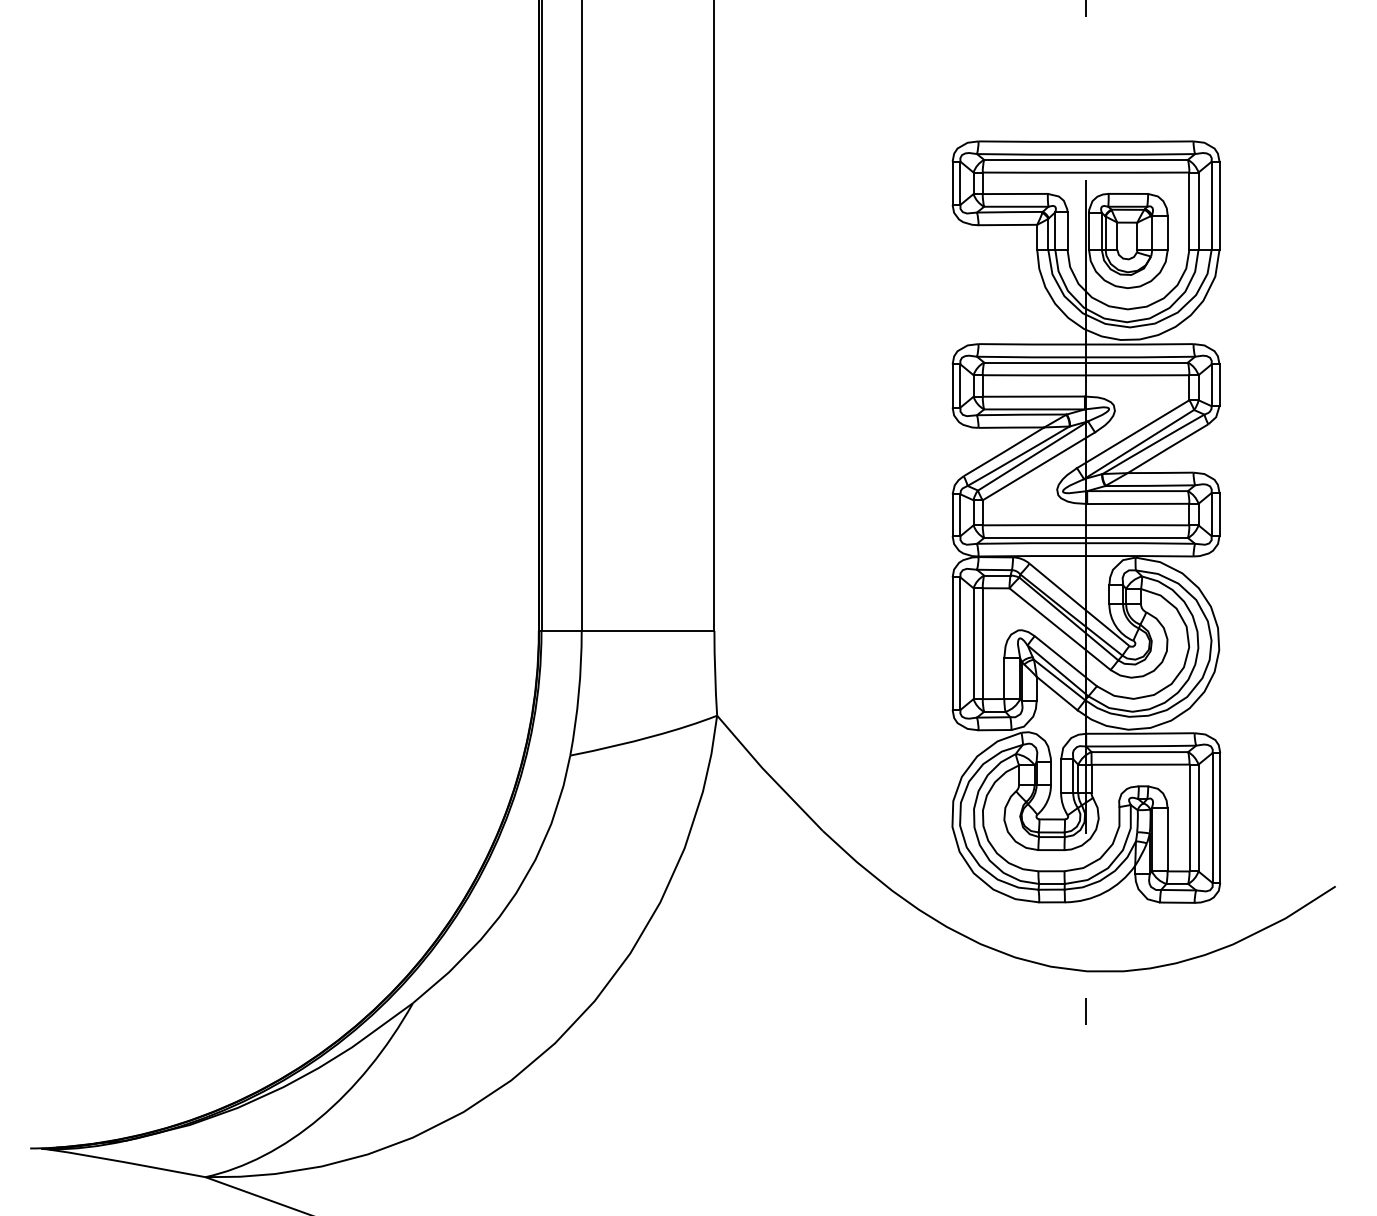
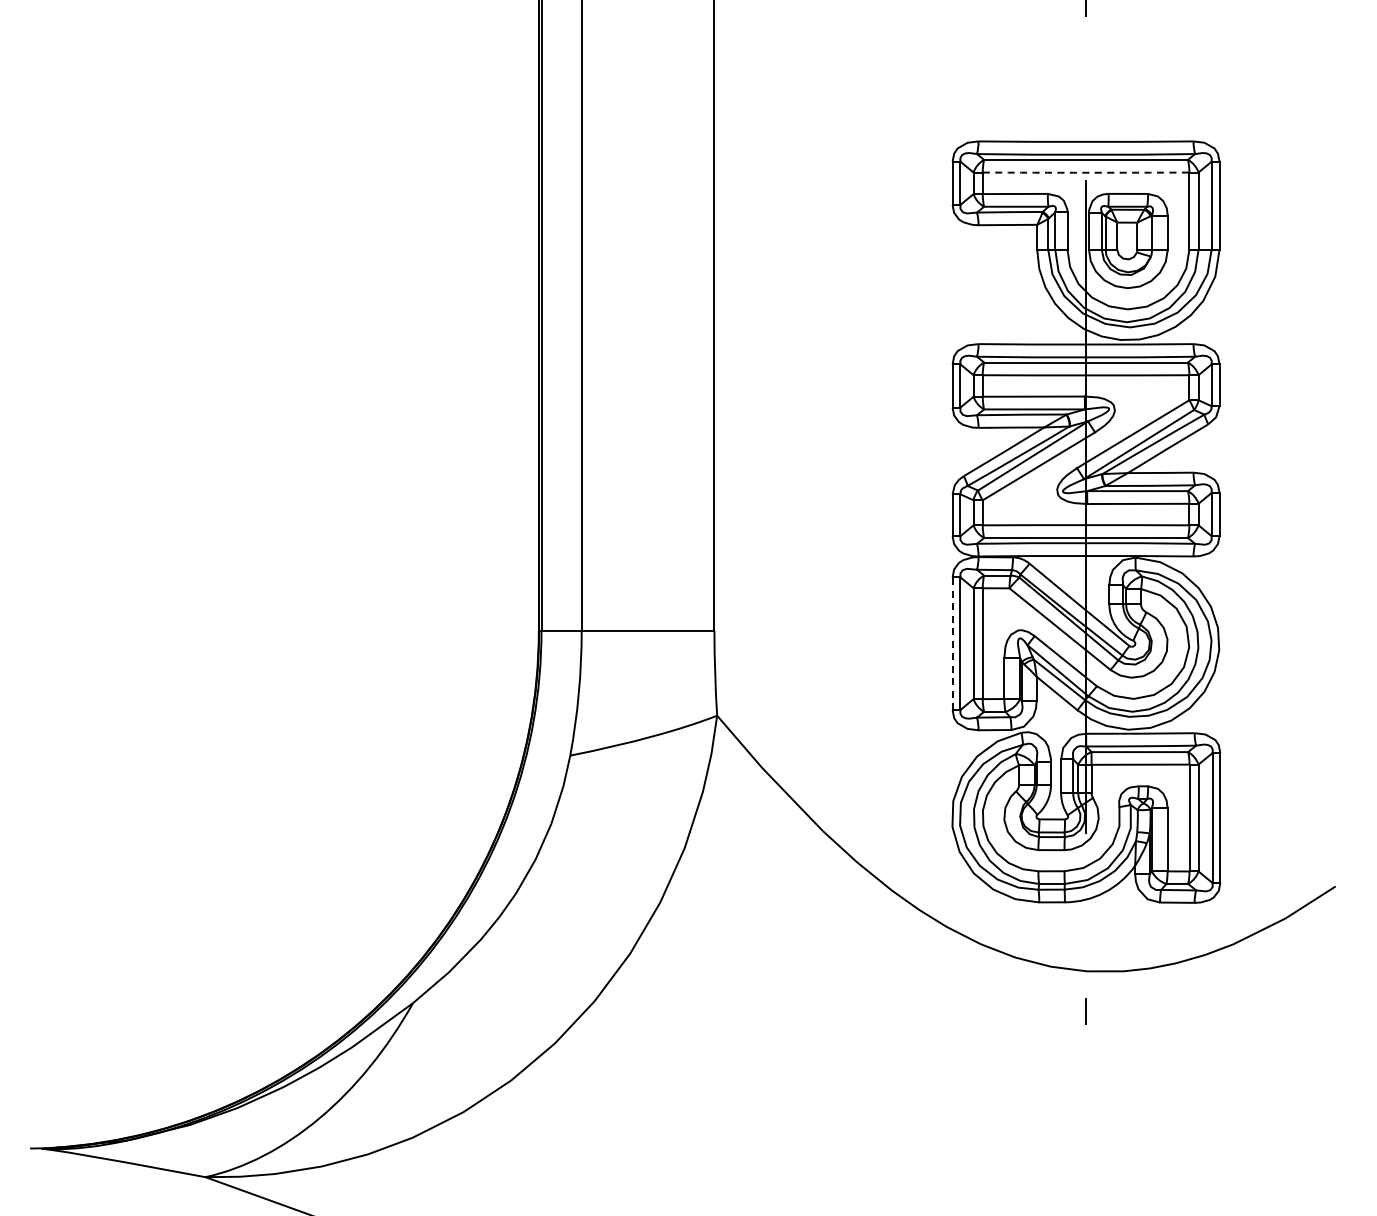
arc at (1086, 172): solid -> dashed
line at (952, 643): solid -> dashed
